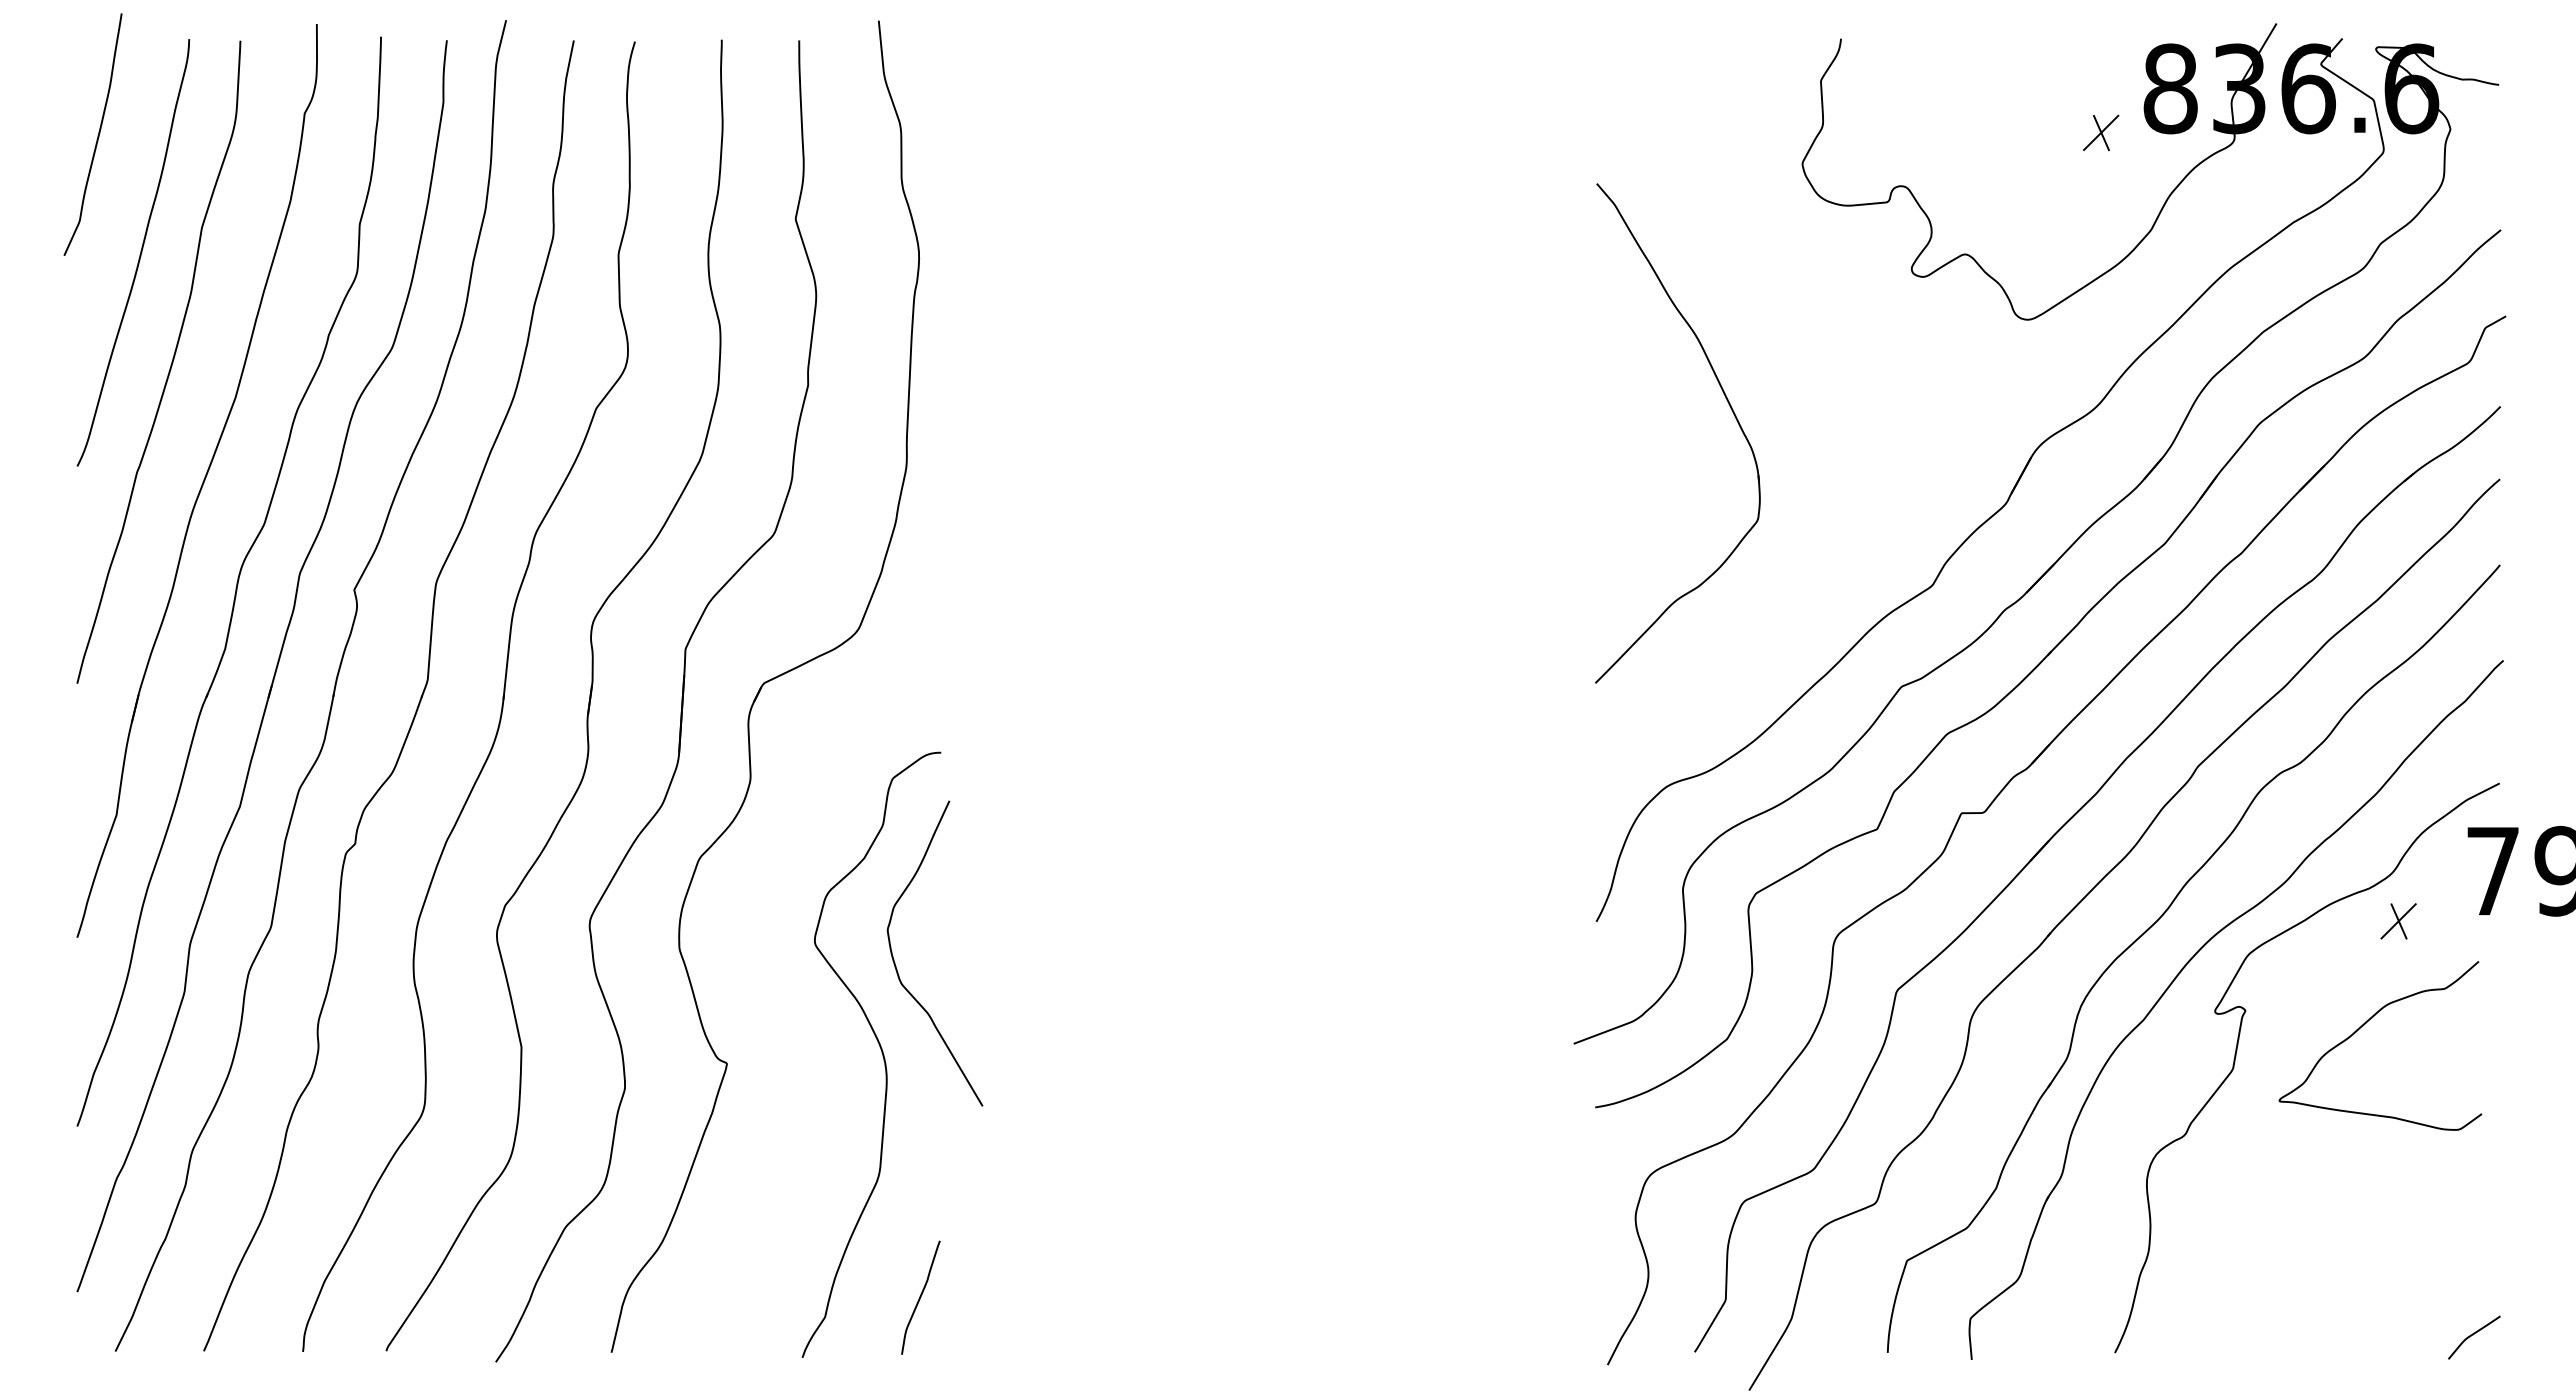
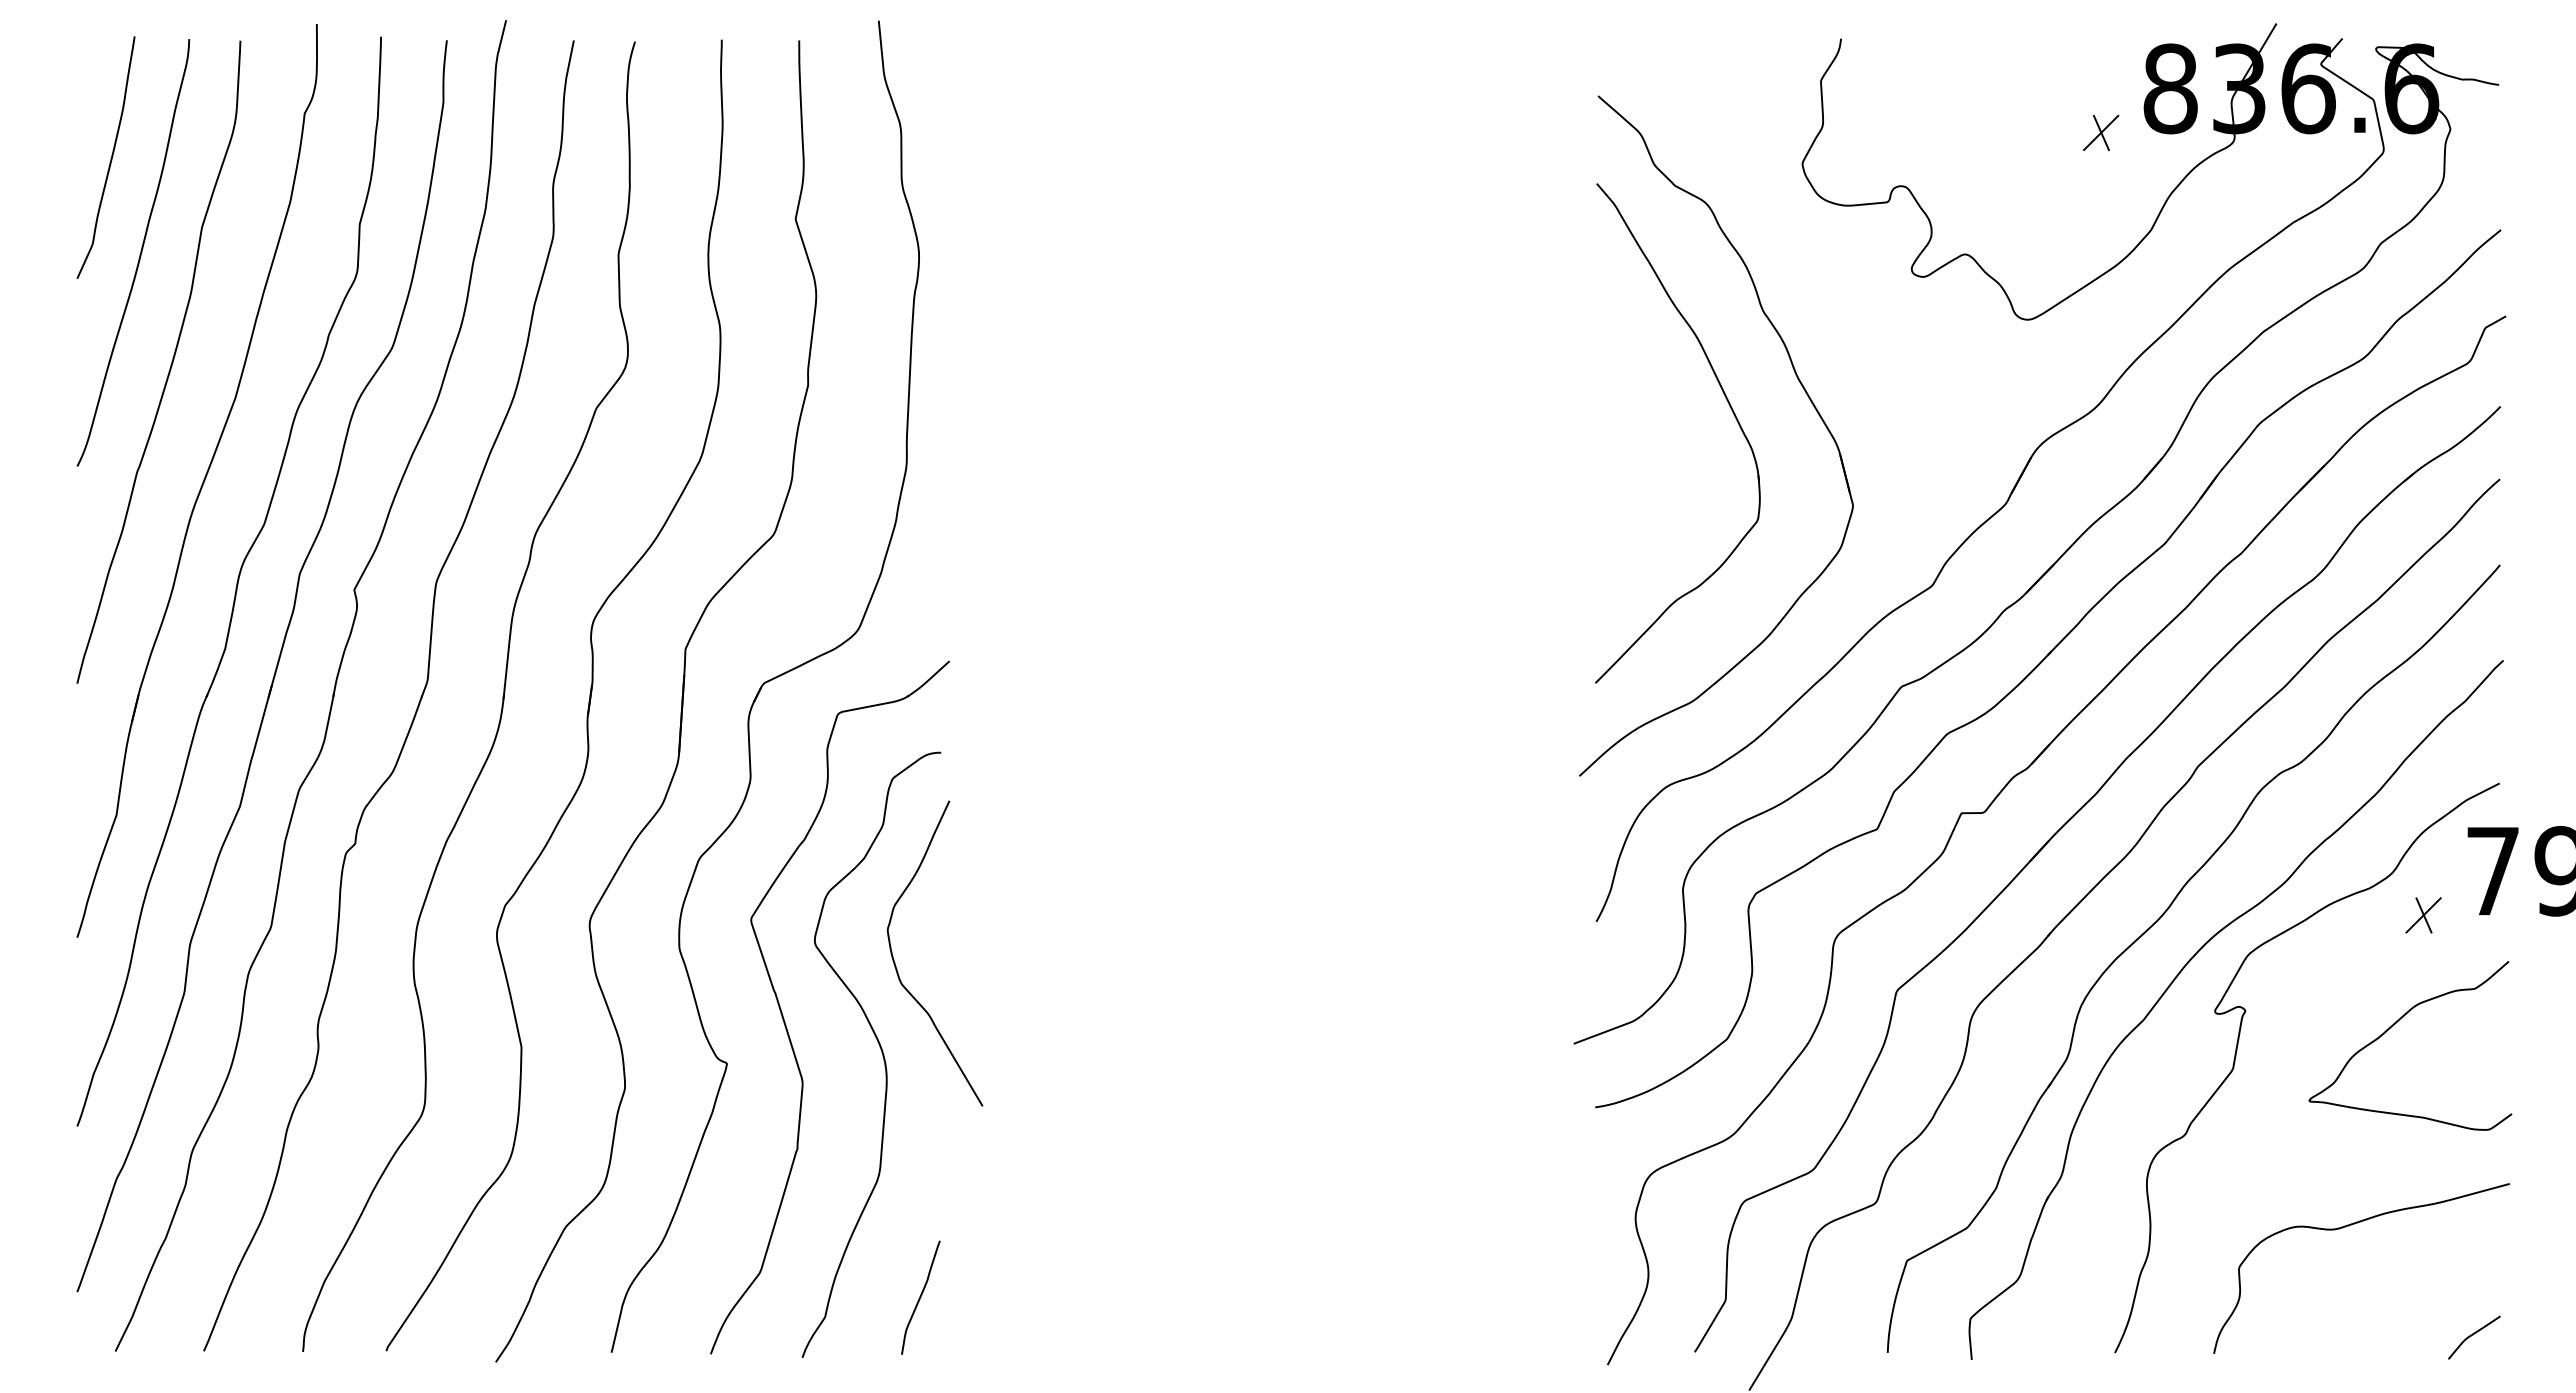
curve at (97, 135) position: (97, 135) -> (110, 158)
part at (1801, 386): none -> present
part at (2398, 921) position: (2398, 921) -> (2423, 915)
part at (785, 1021): none -> present
curve at (2363, 1026) position: (2363, 1026) -> (2393, 1026)
curve at (2348, 1226): none -> present
